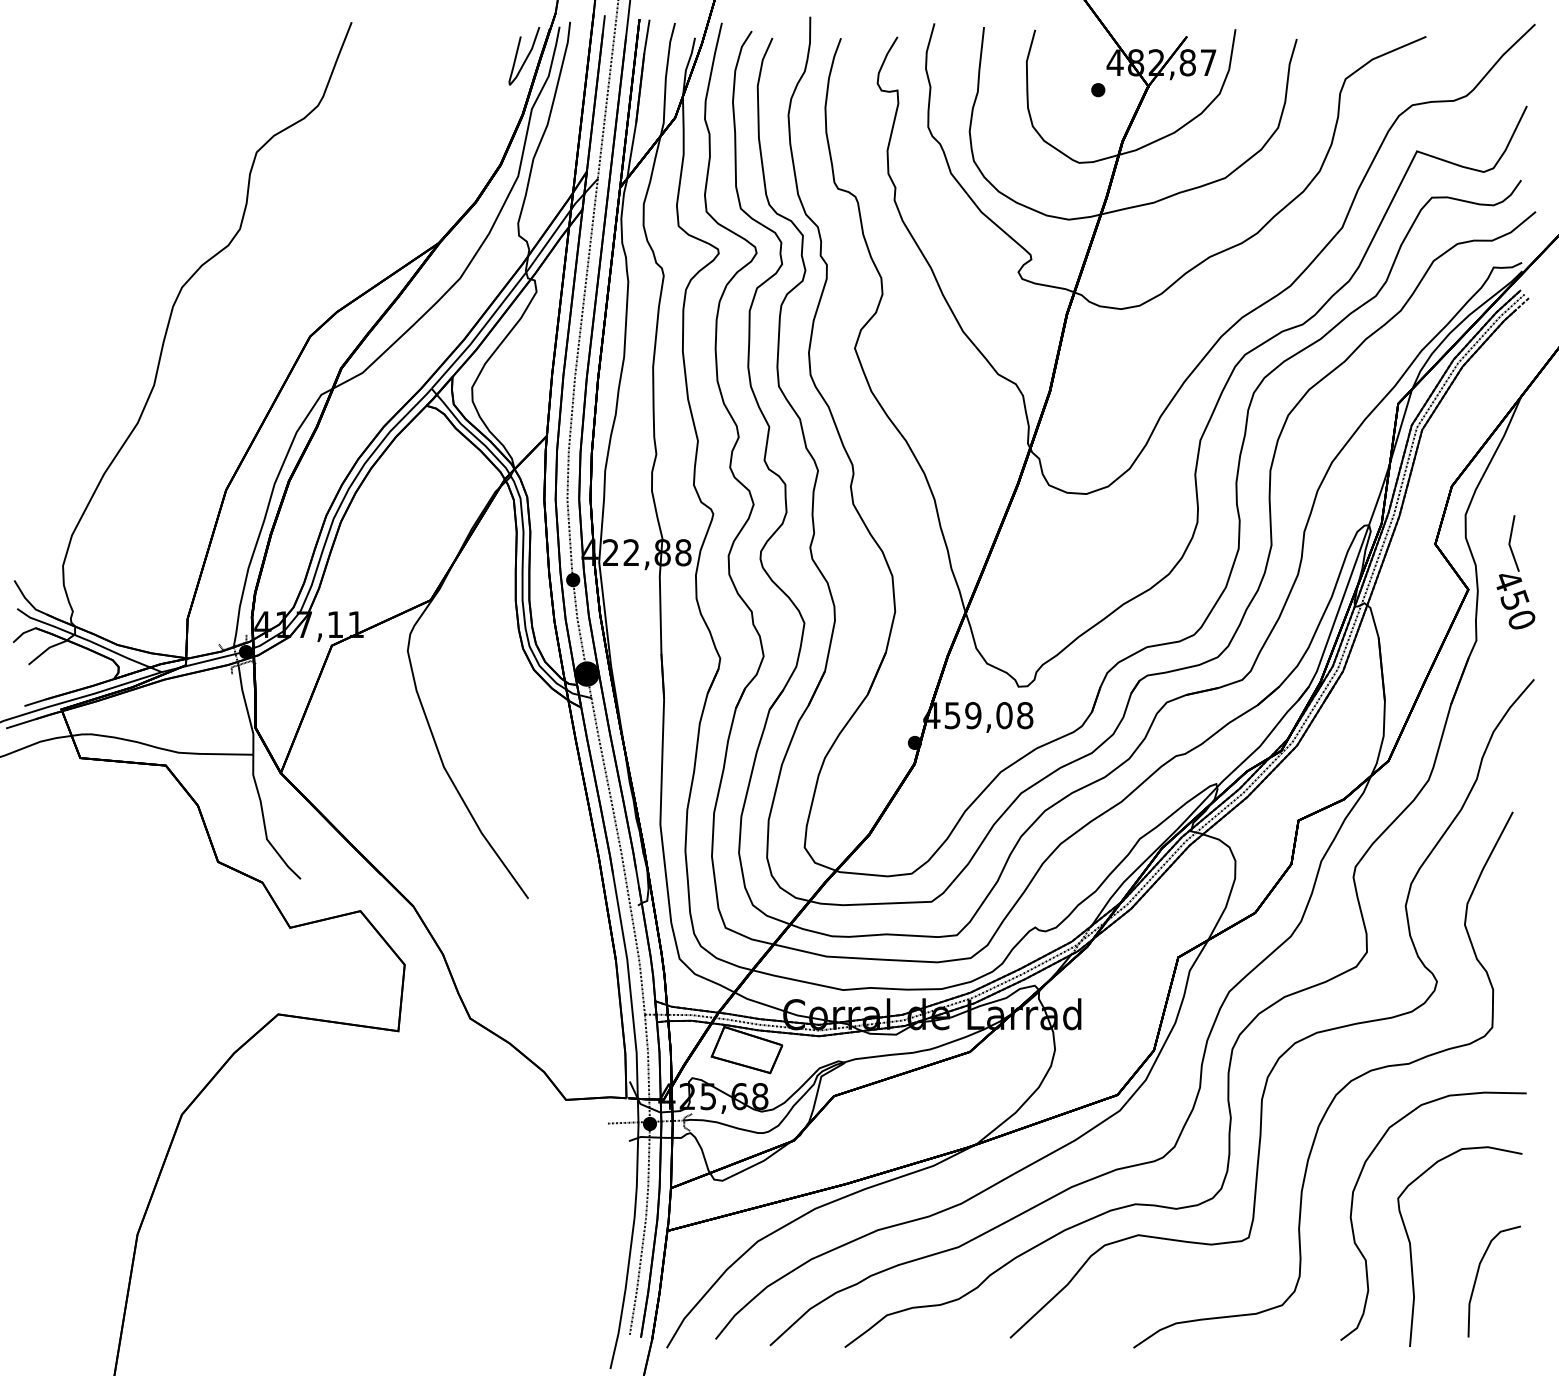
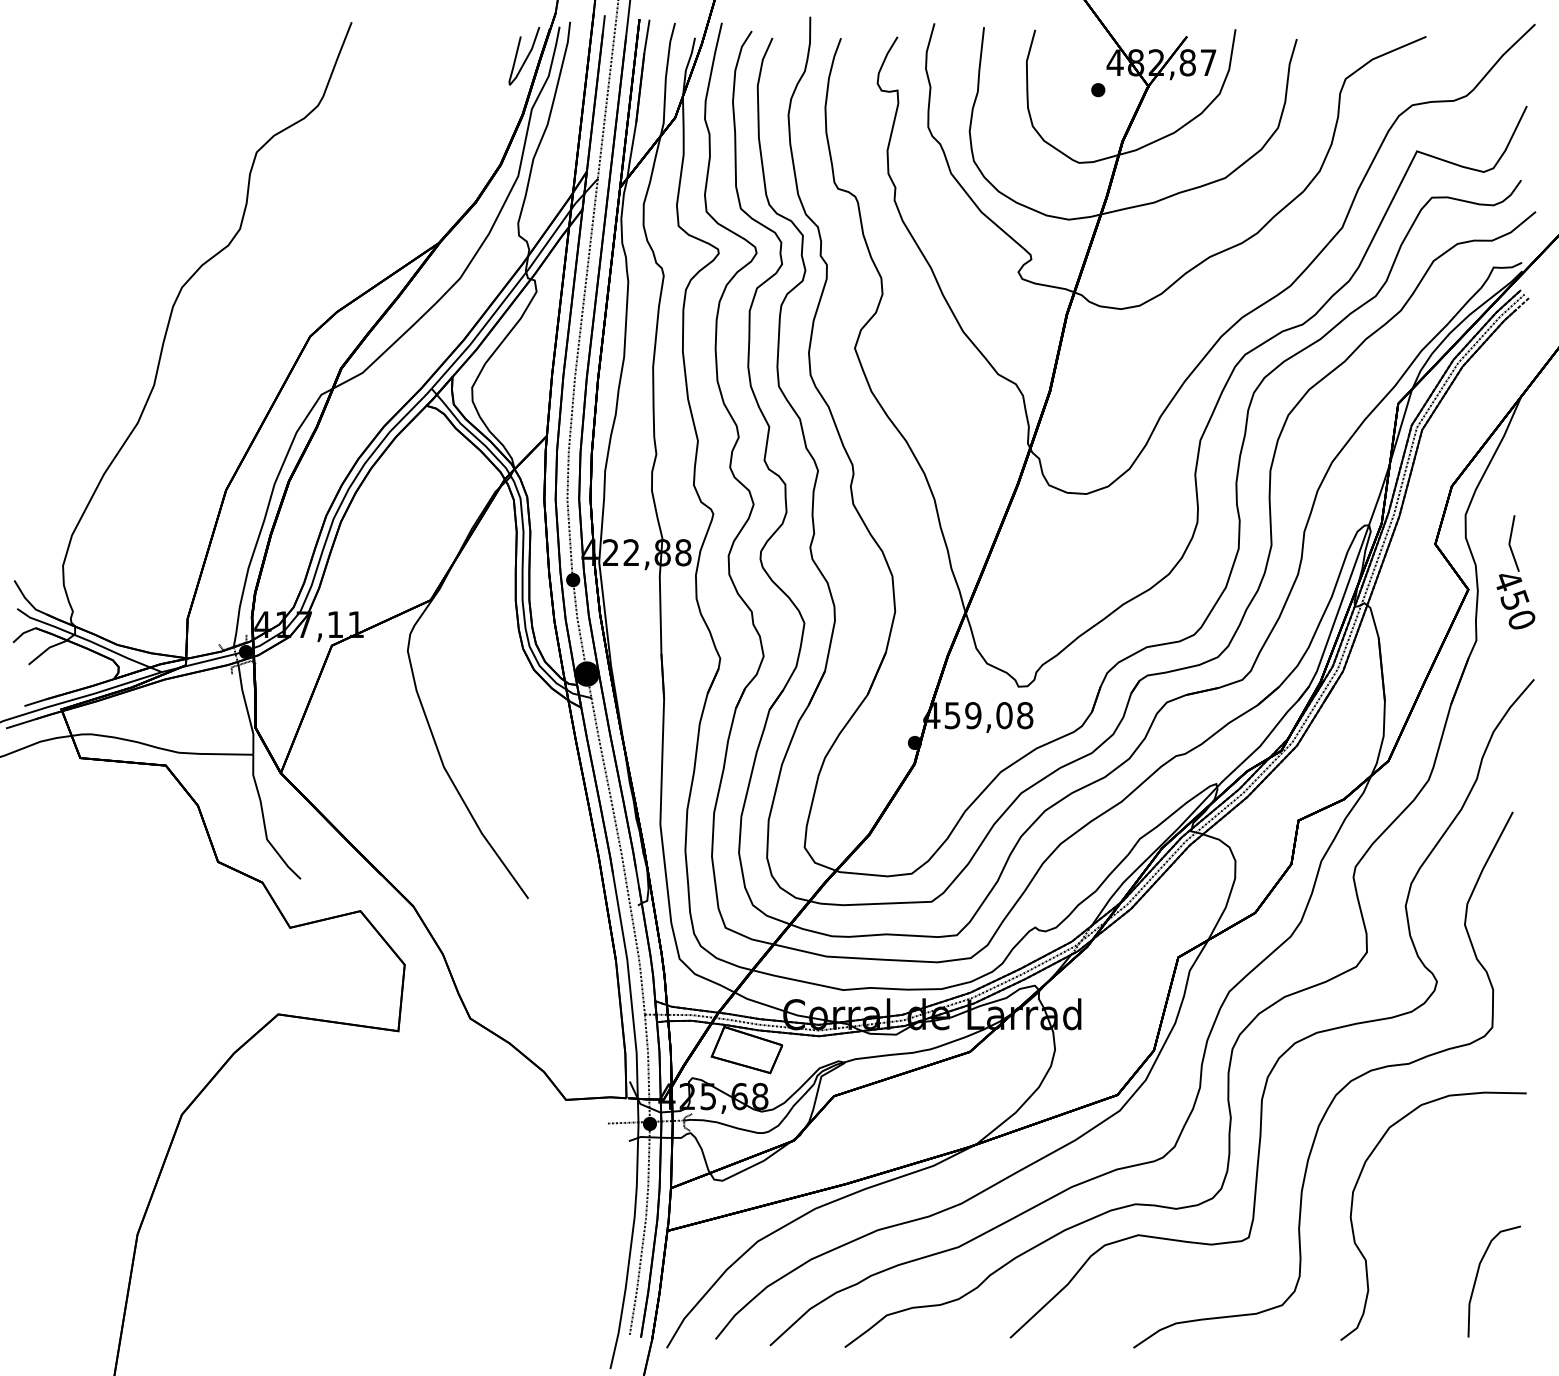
part at (1411, 1246): present -> none
